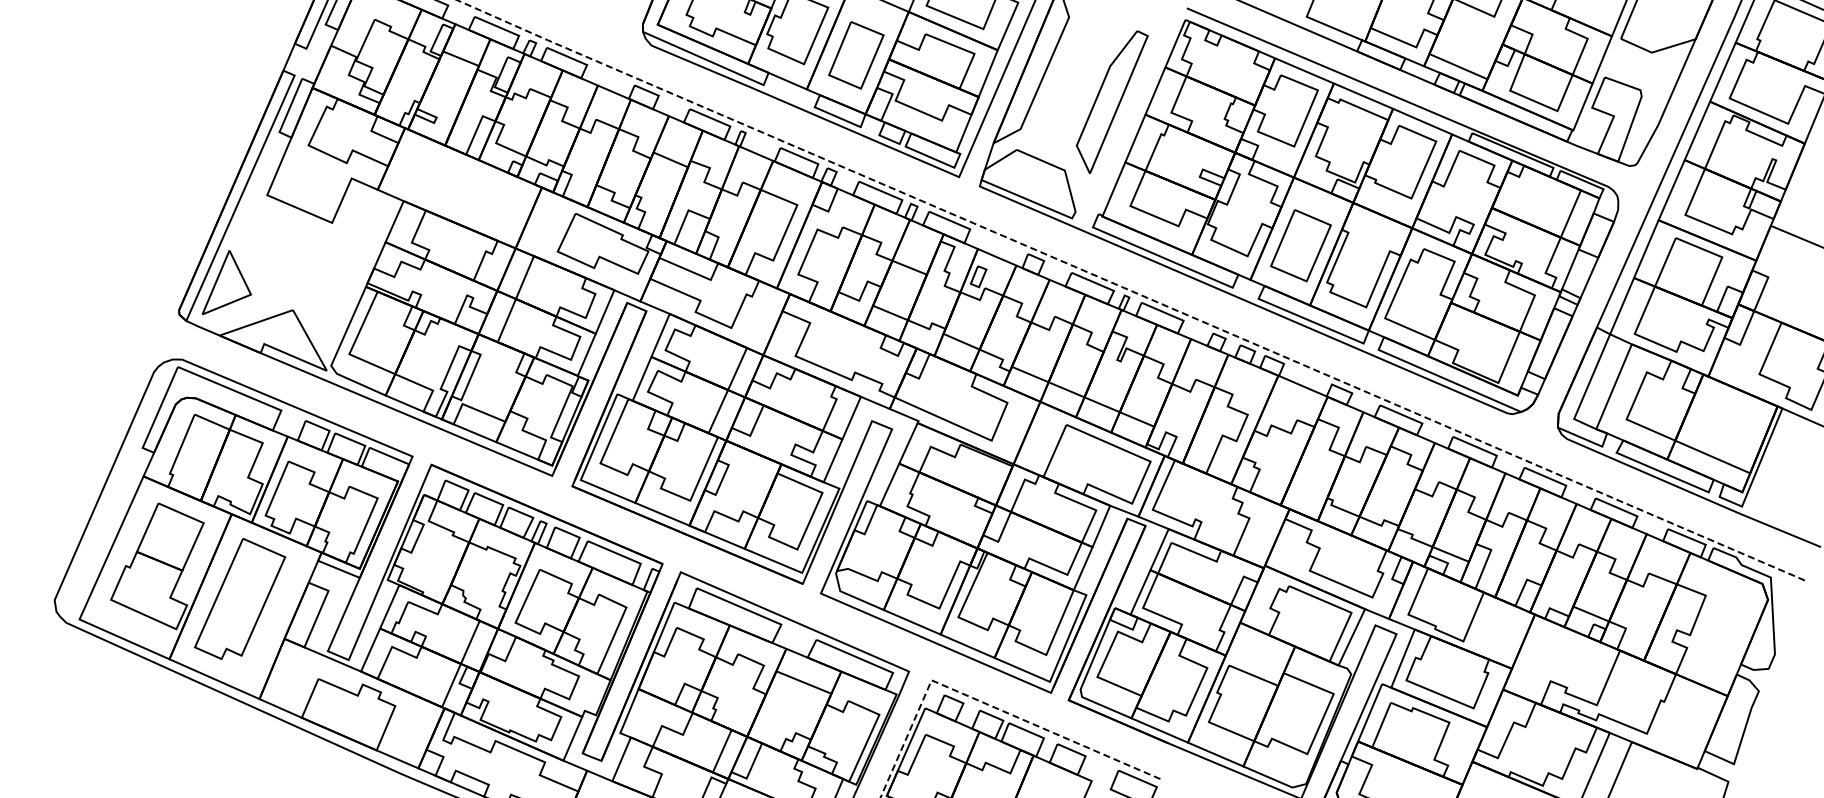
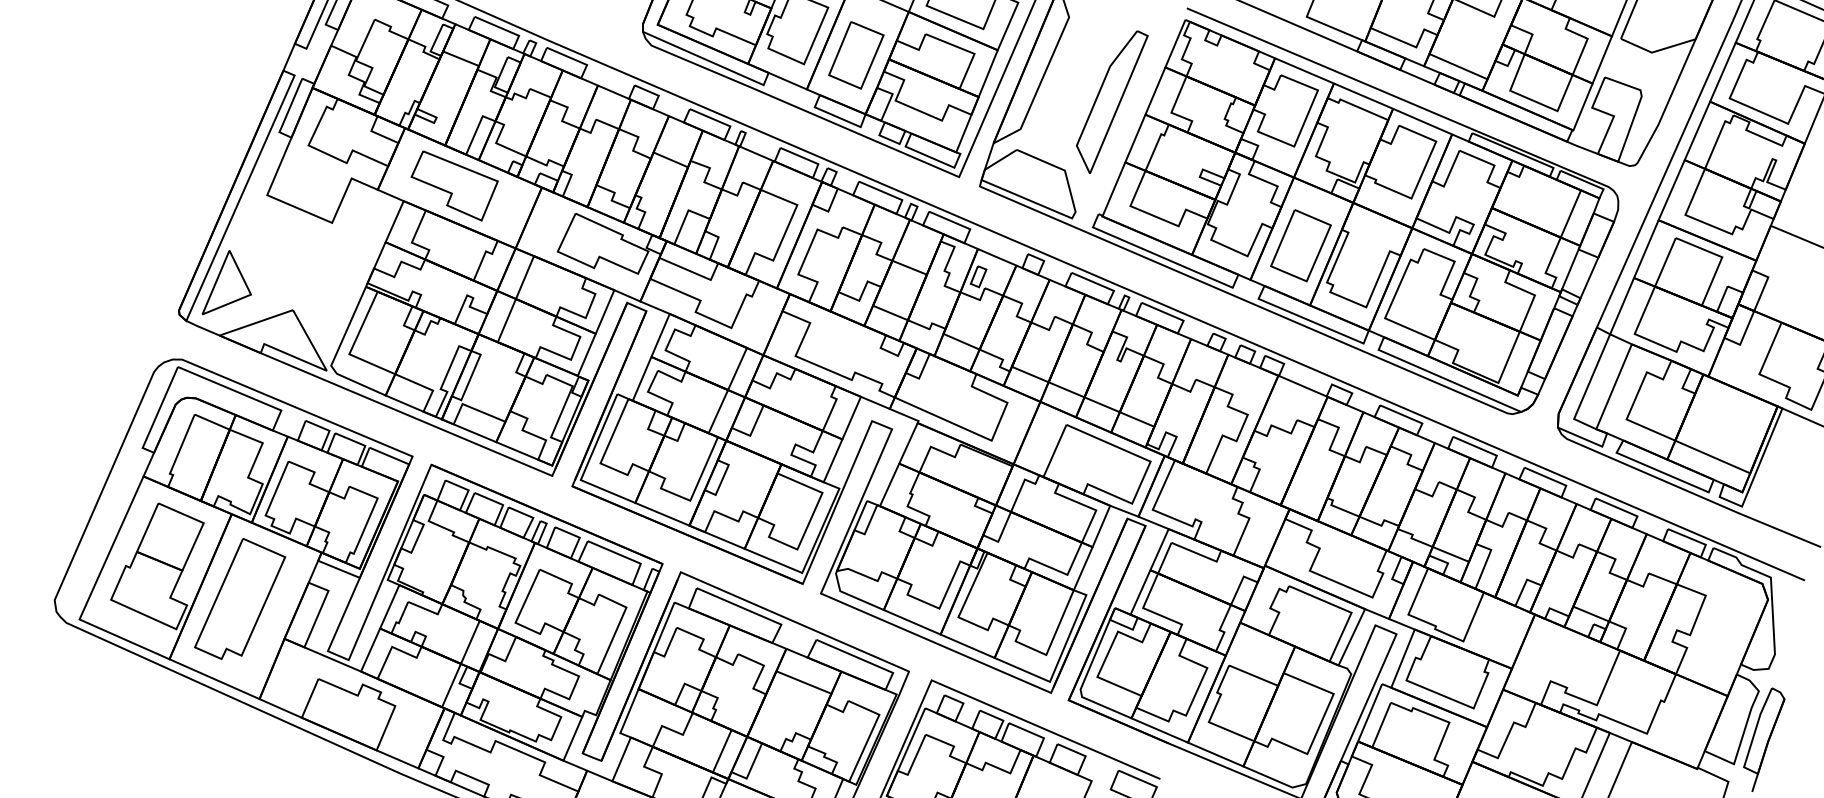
part at (454, 185): none -> present
line at (1129, 290): dashed -> solid
line at (986, 704): dashed -> solid
part at (1764, 739): none -> present
